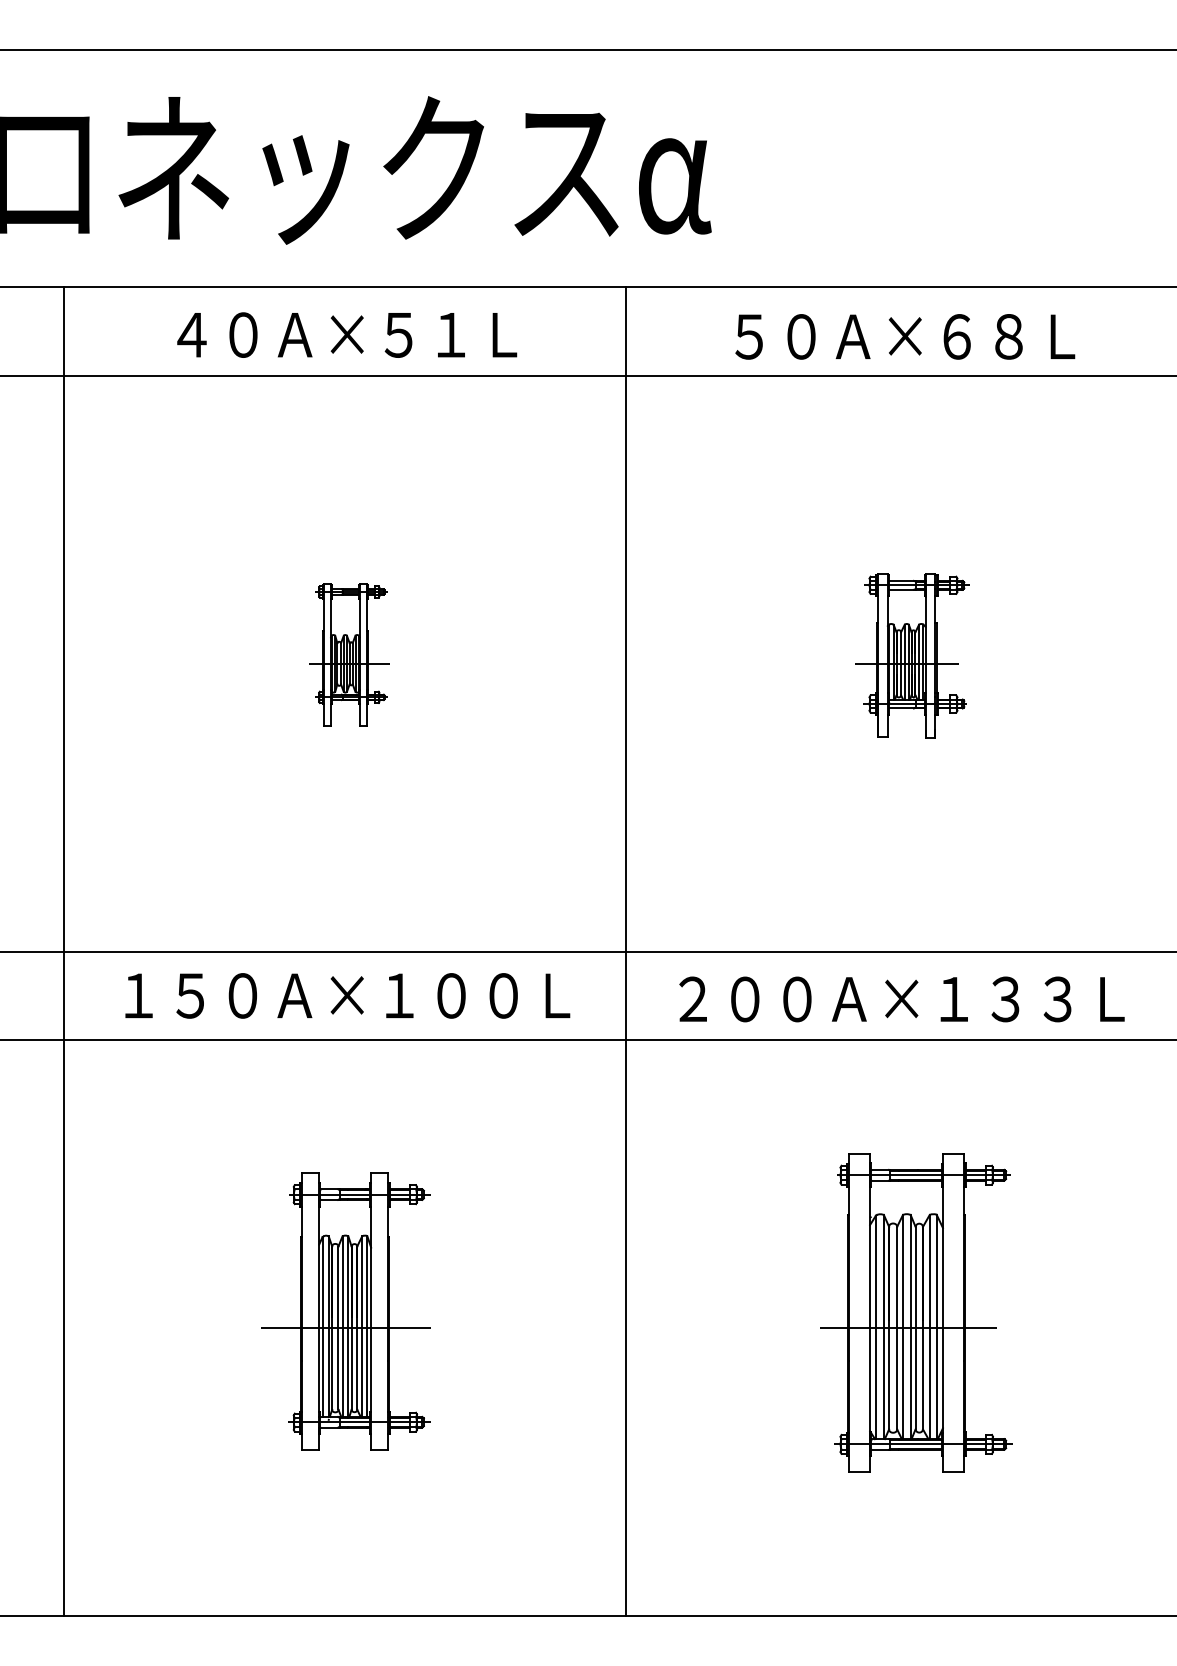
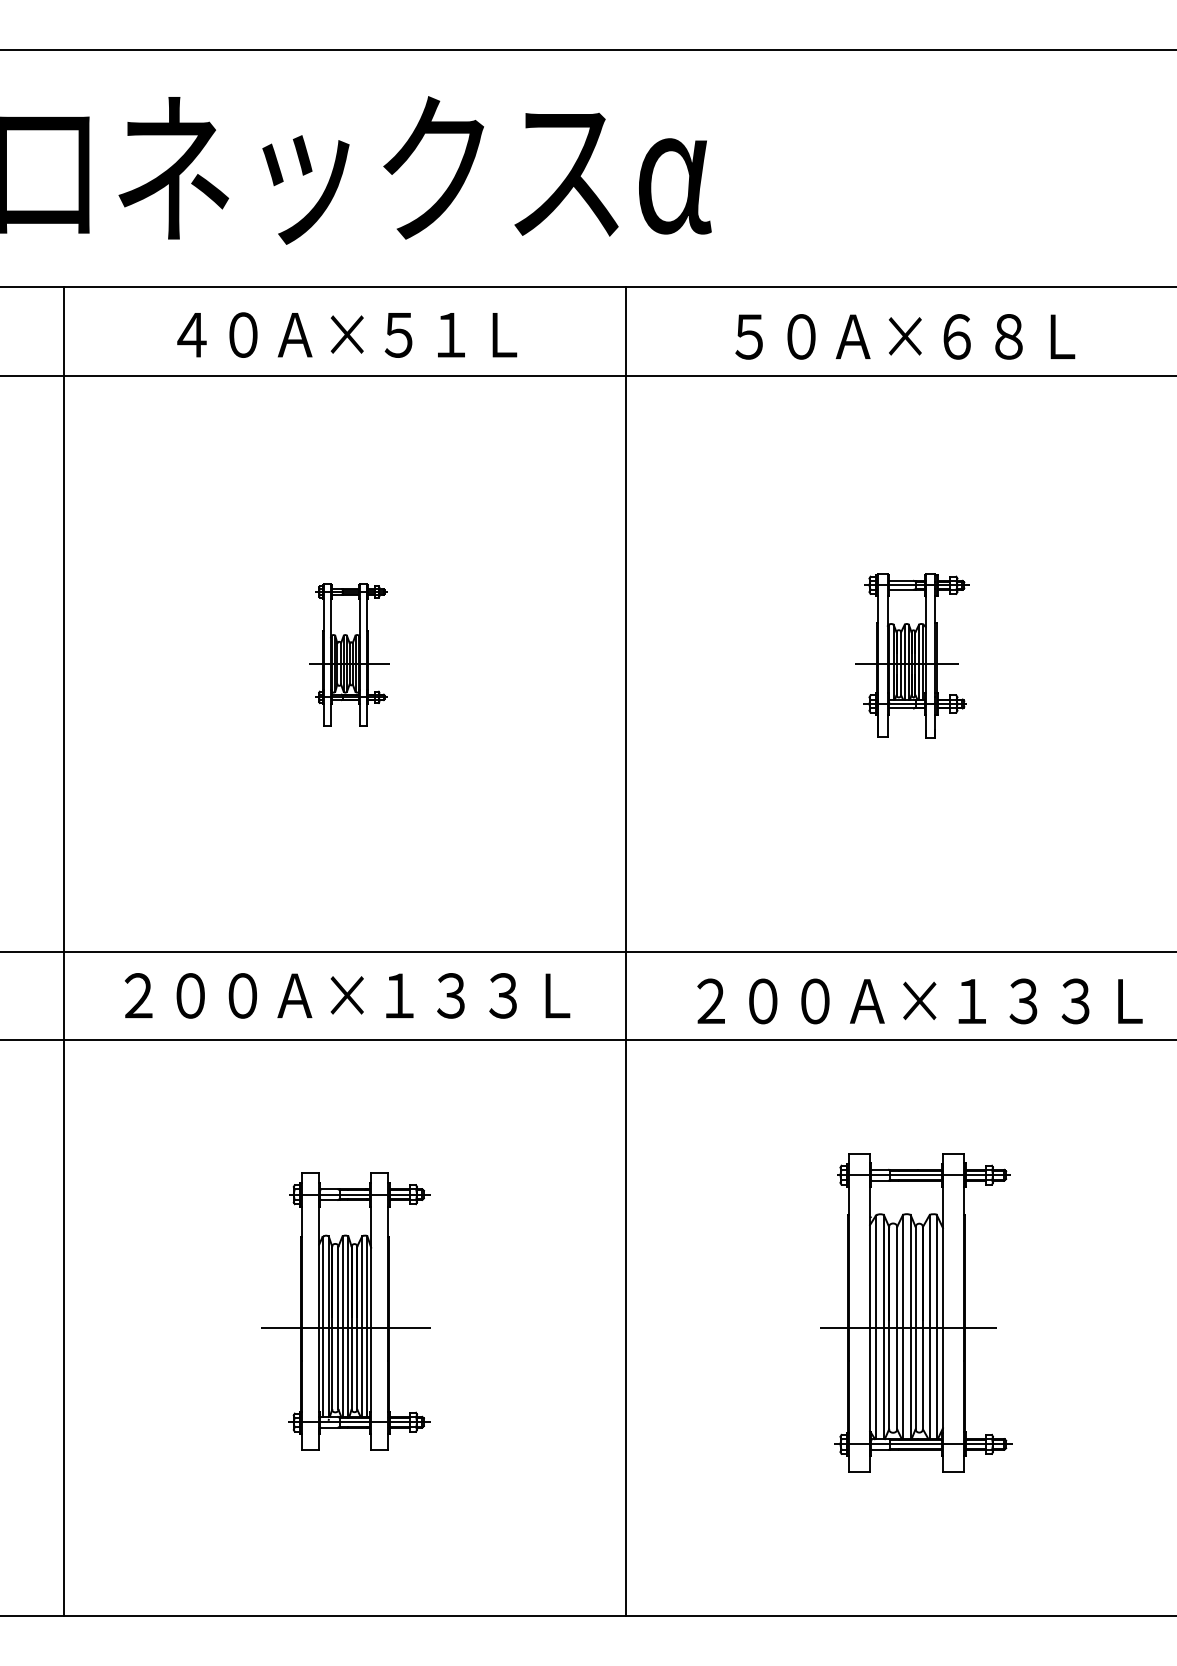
text at (320, 995): １５０Ａ×１００Ｌ -> ２００Ａ×１３３Ｌ
text at (901, 999) position: (901, 999) -> (919, 1001)
